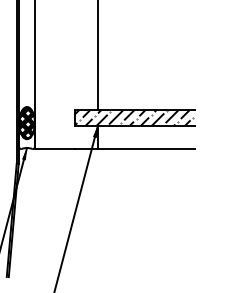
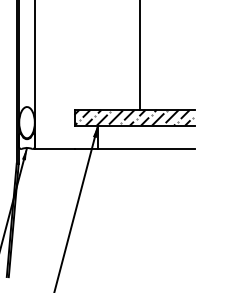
line at (97, 55) position: (97, 55) -> (139, 55)
hatch at (26, 122): present -> none
